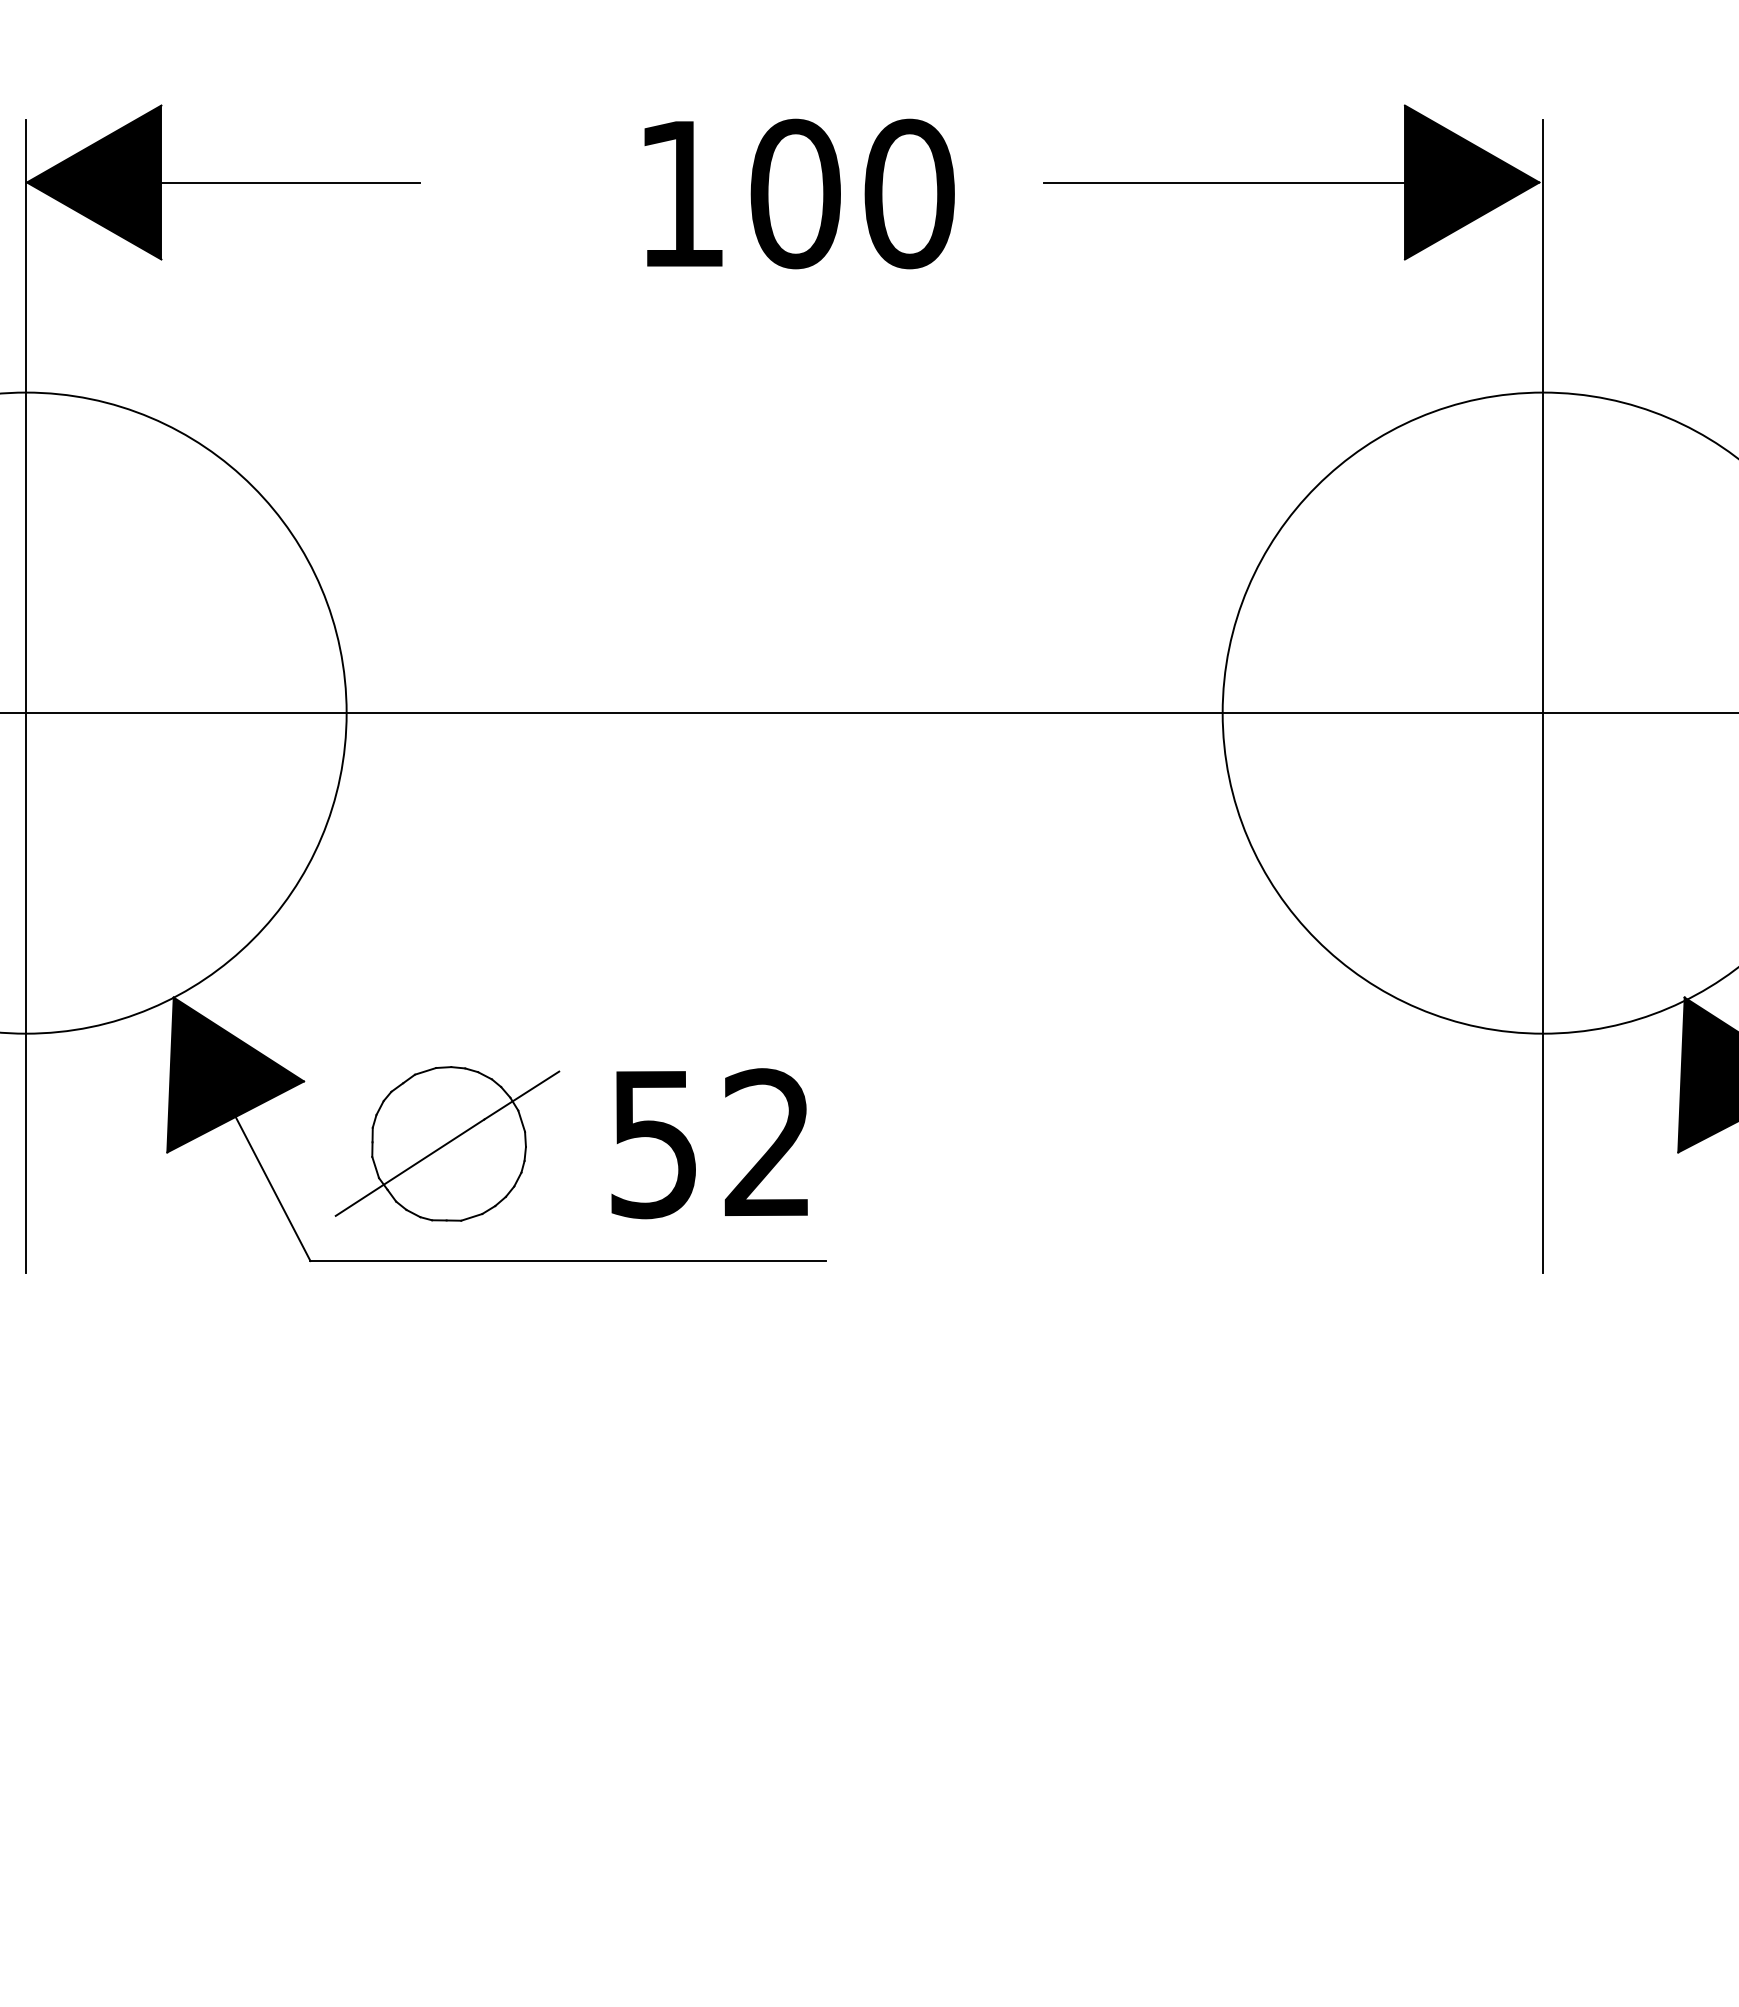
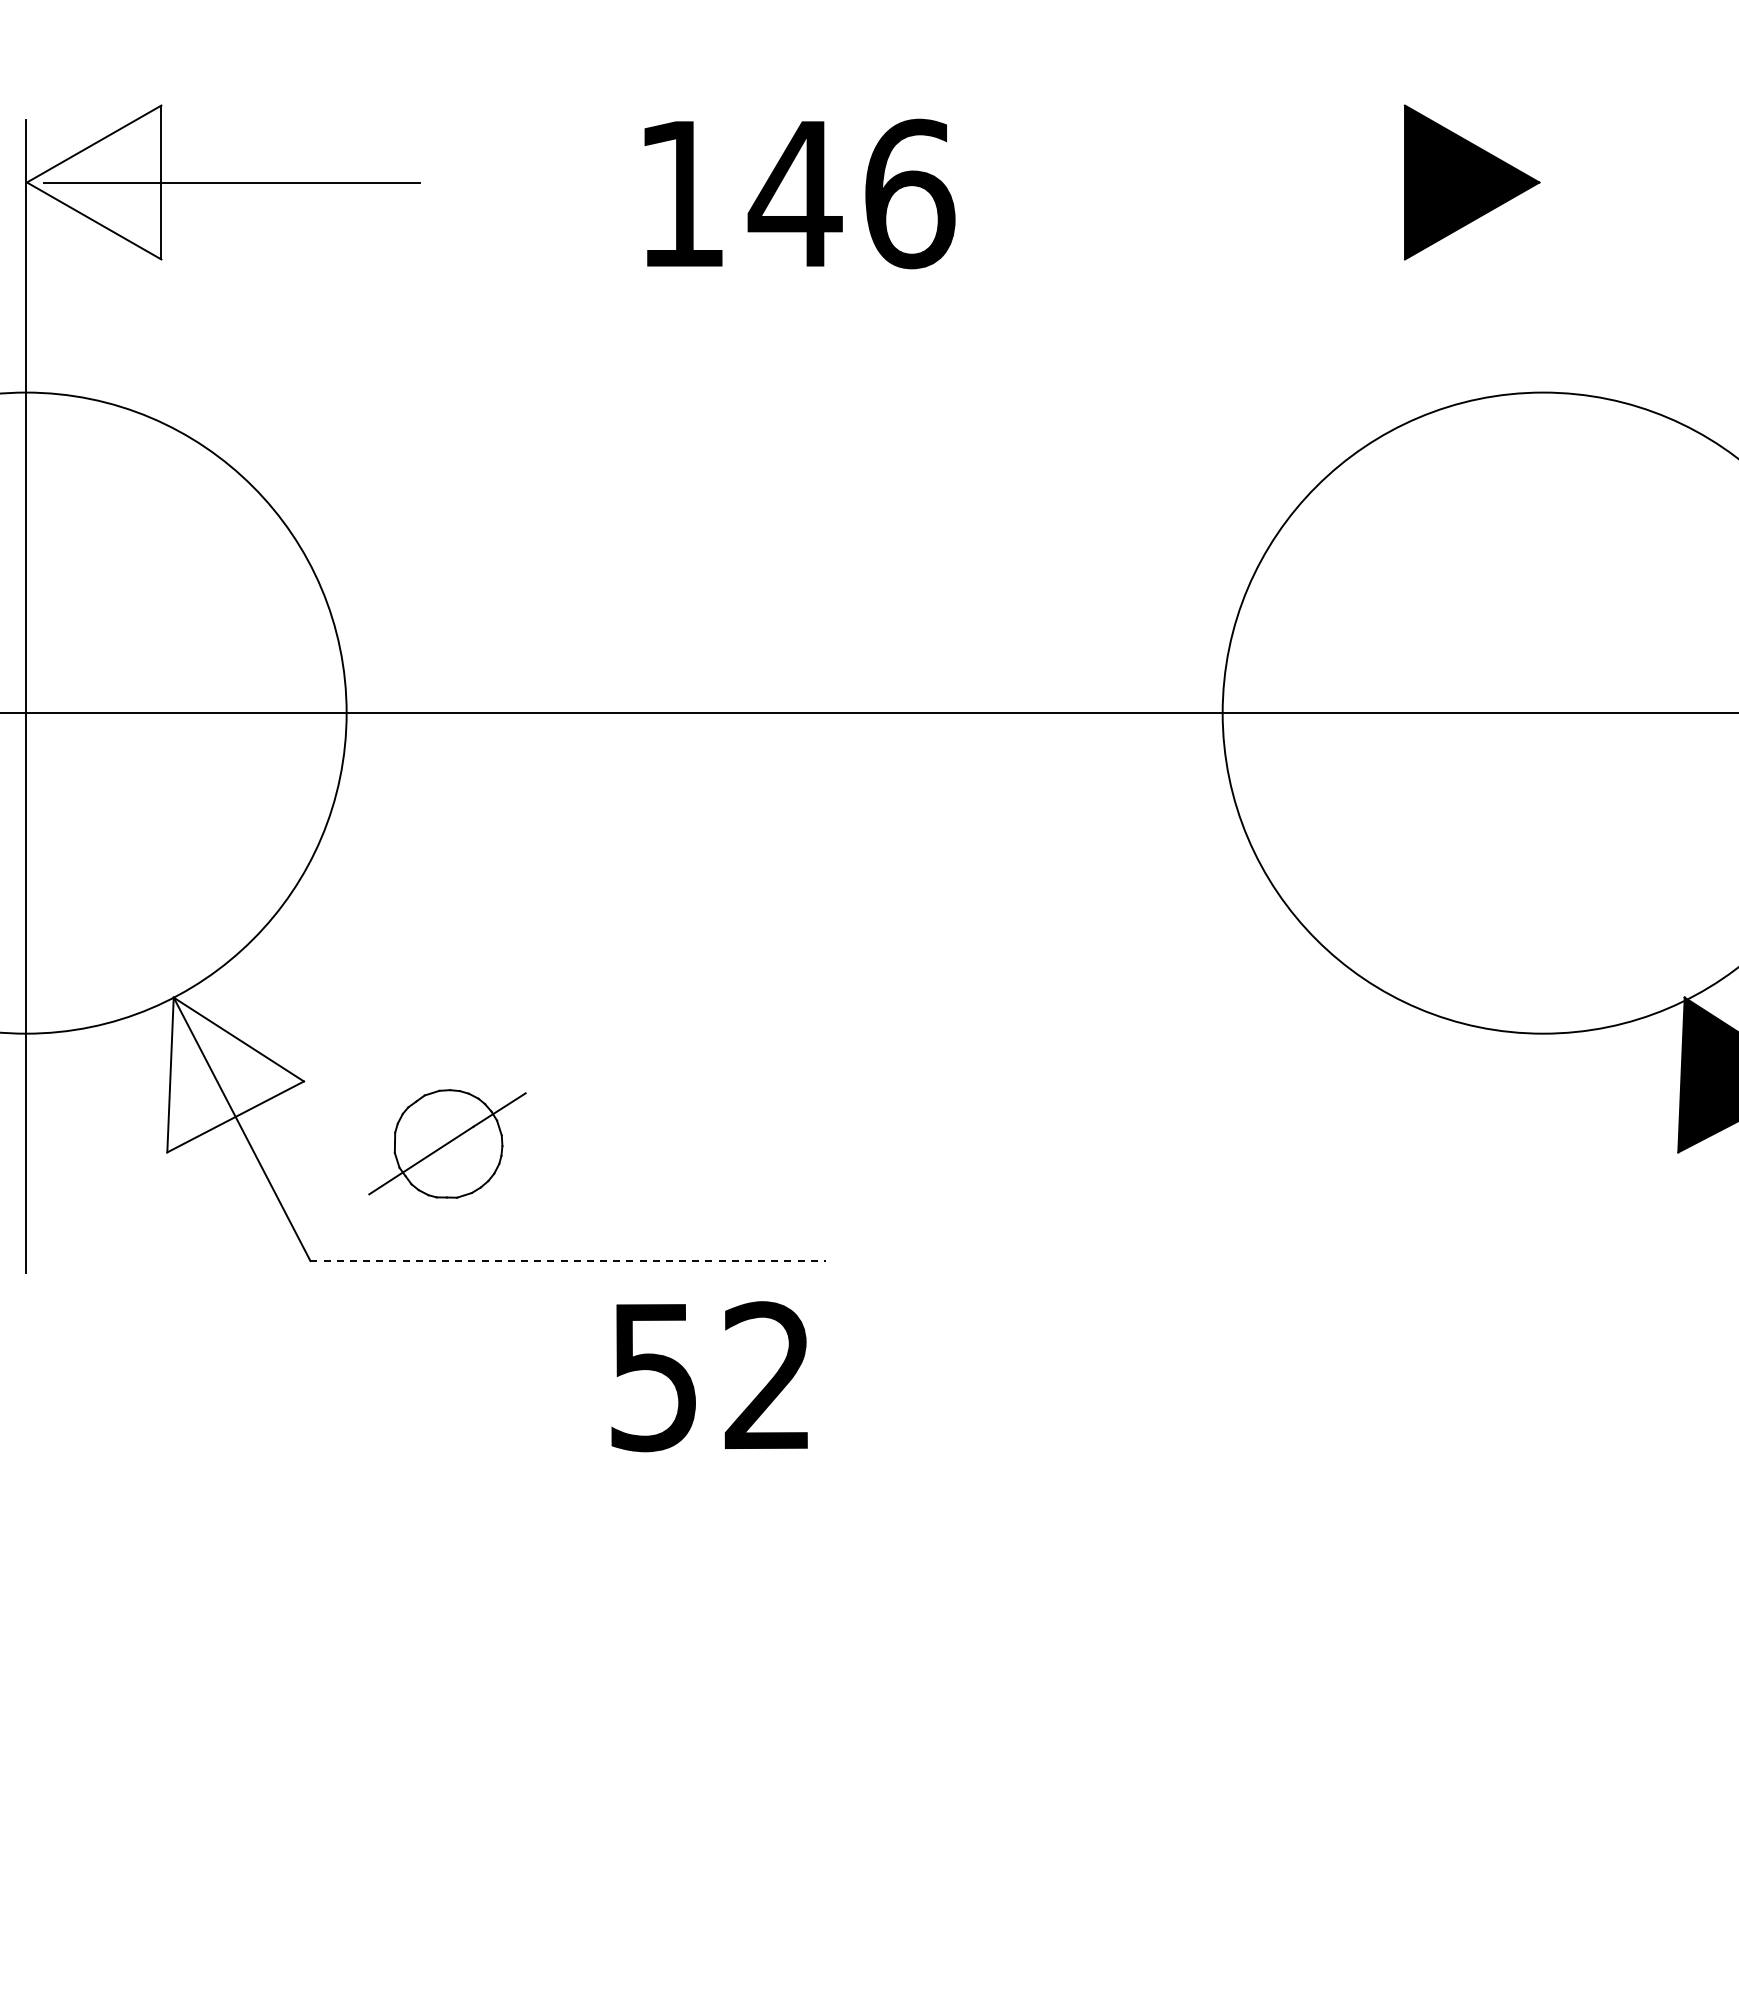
fill at (94, 182): present -> none
line at (1223, 182): present -> none
text at (851, 193): 100 -> 146
line at (1543, 695): present -> none
fill at (235, 1074): present -> none
part at (447, 1143) size: 227x156 px -> 159x110 px
text at (709, 1143) position: (709, 1143) -> (709, 1376)
line at (568, 1261): solid -> dashed
